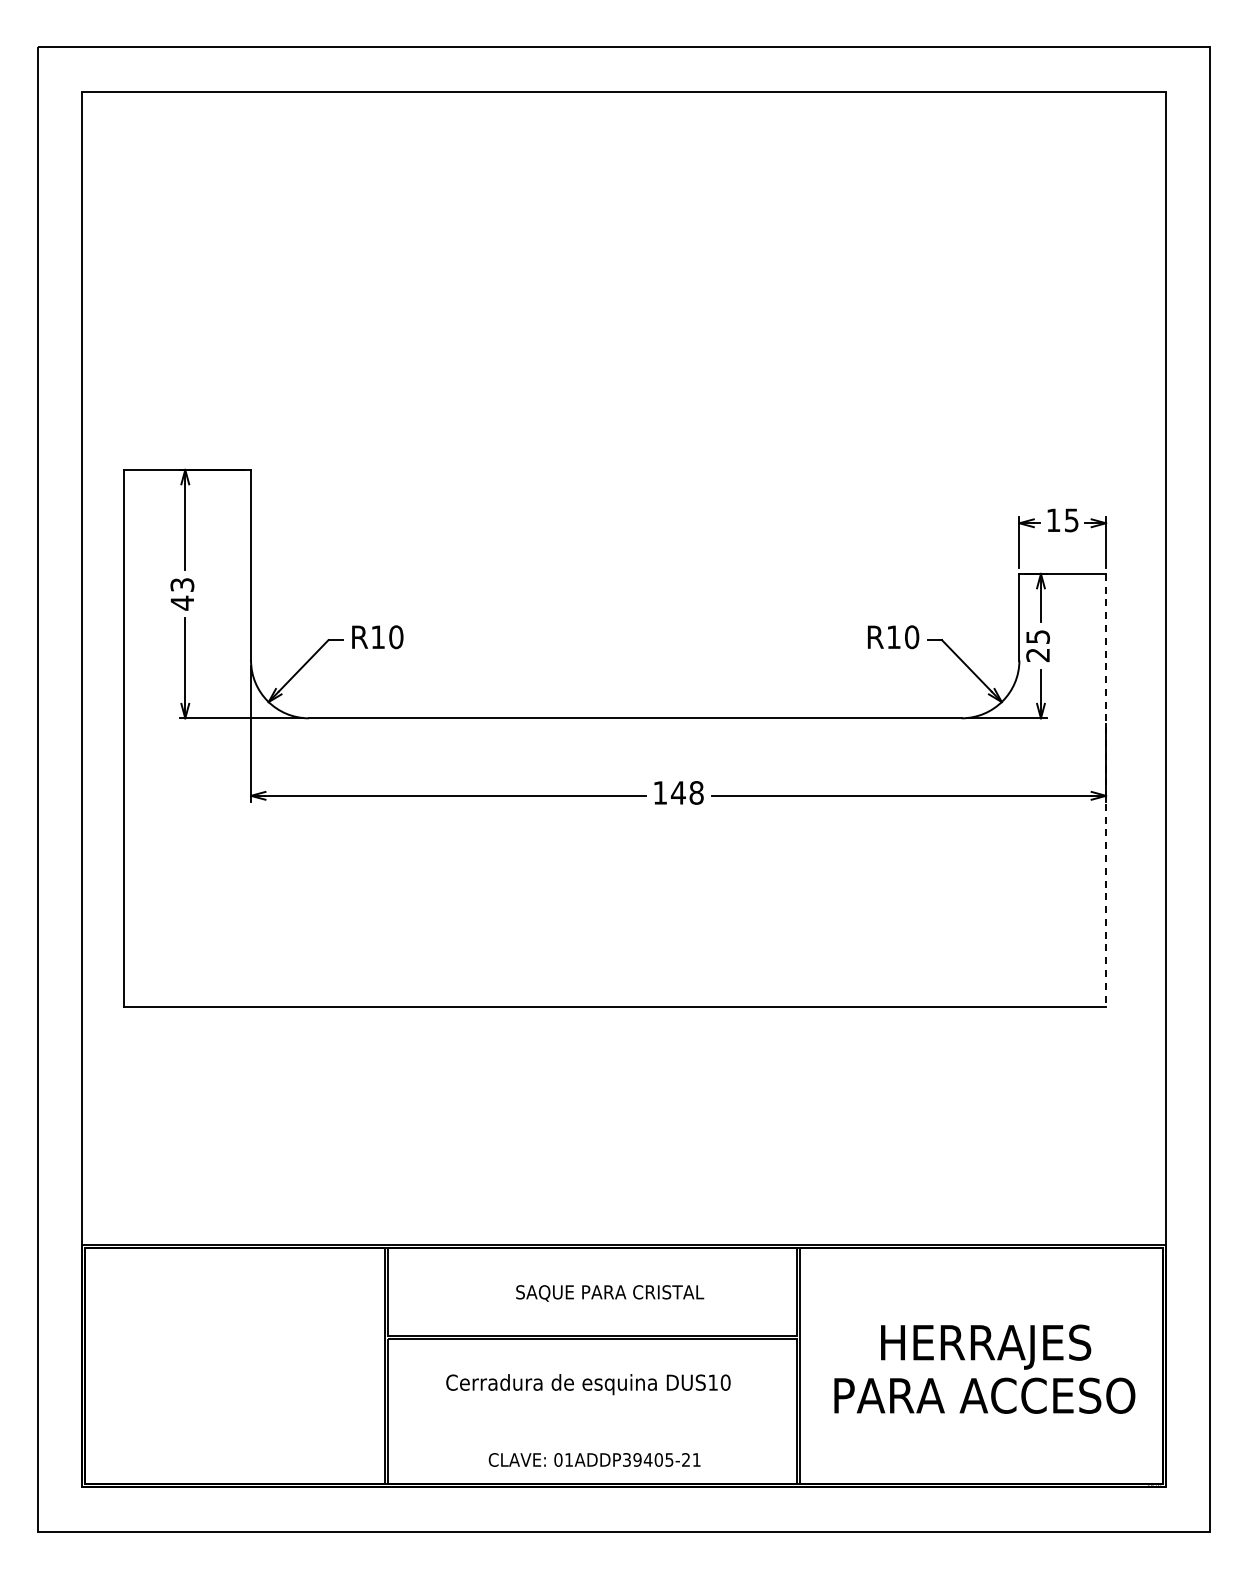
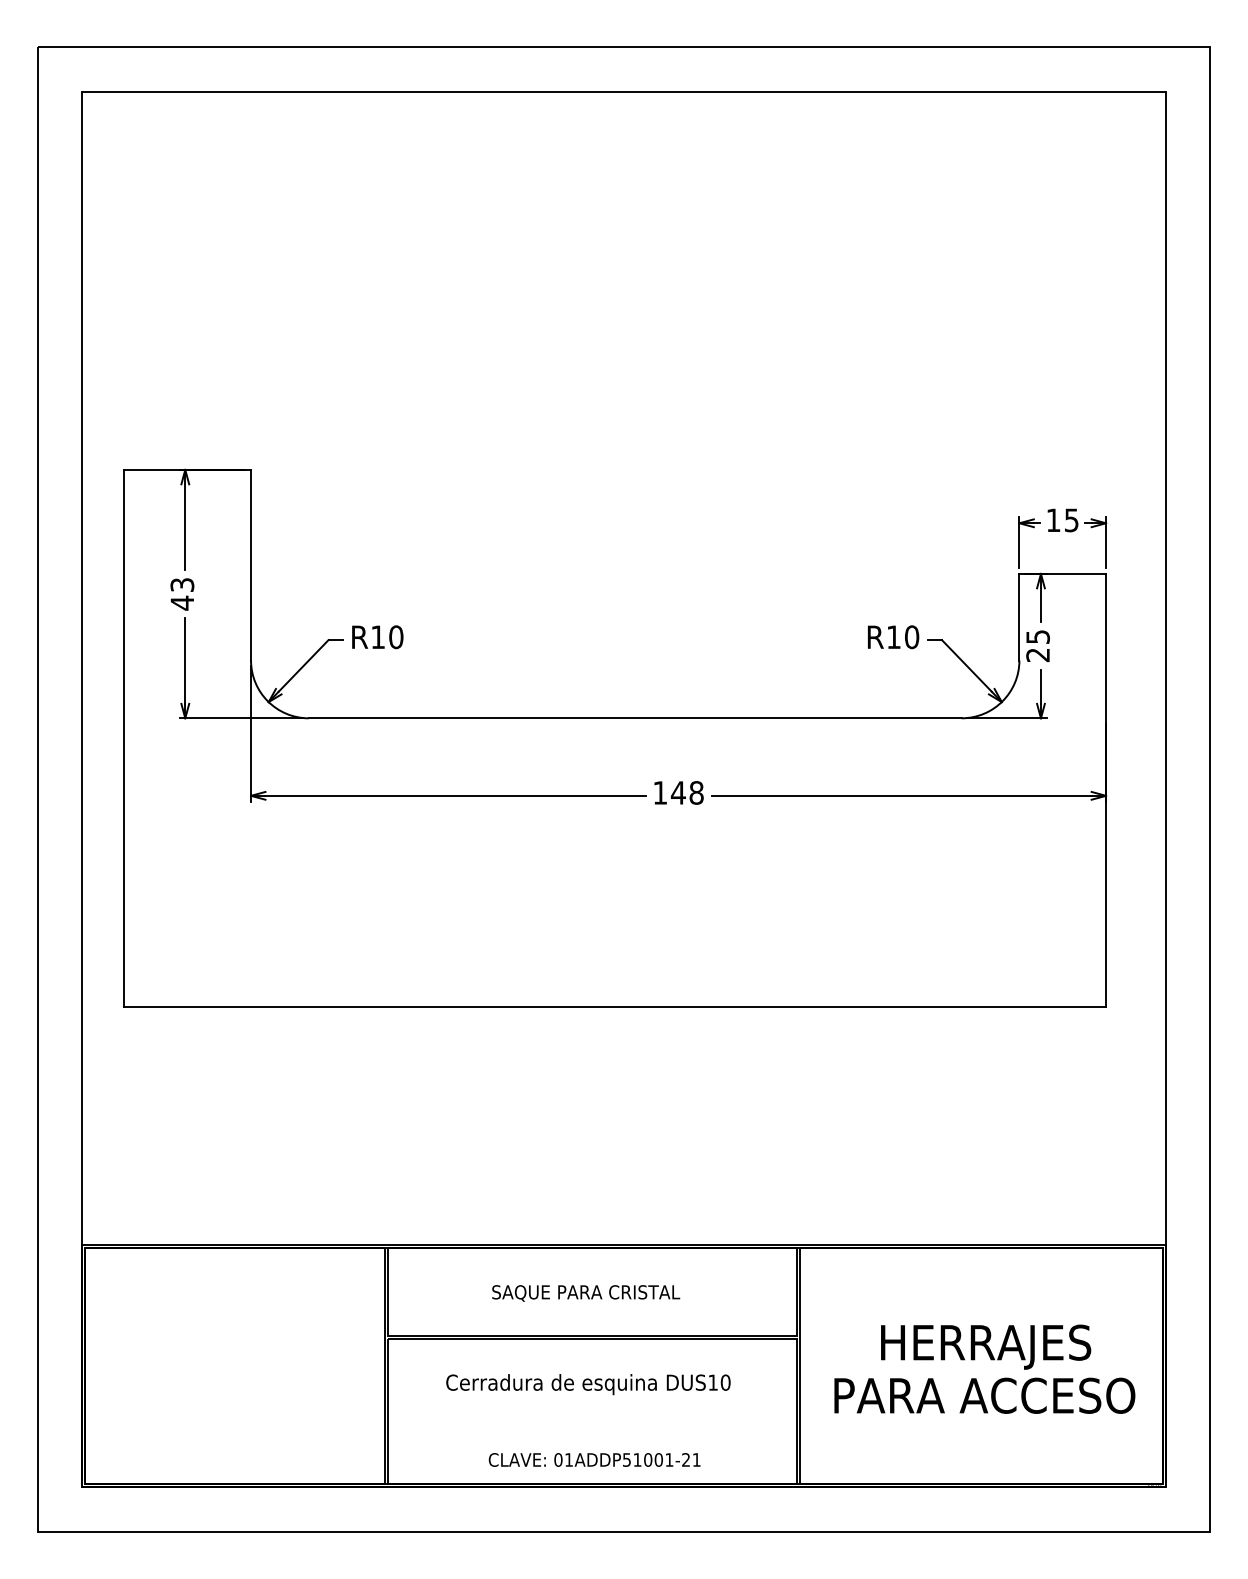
line at (1106, 790): dashed -> solid
text at (610, 1293) position: (610, 1293) -> (586, 1293)
text at (648, 1459): 01ADDP39405-21 -> 01ADDP51001-21
